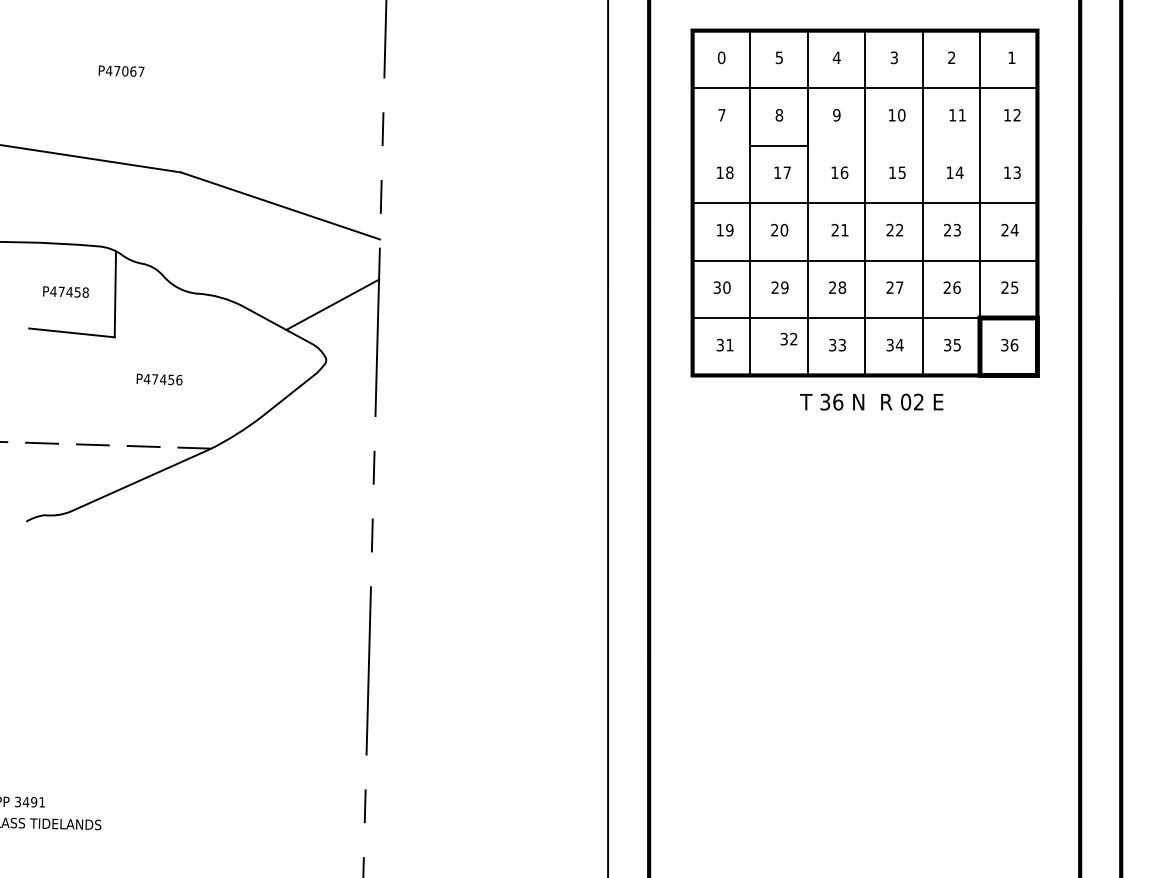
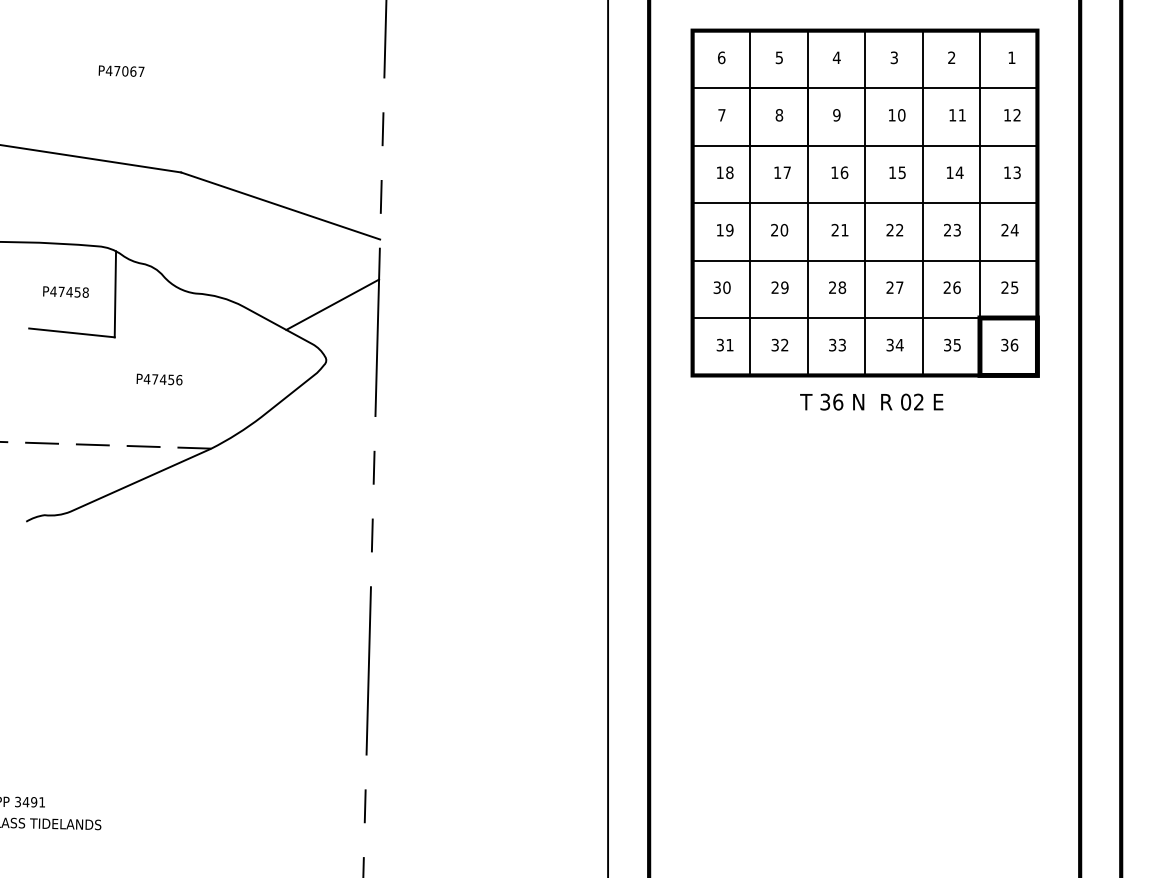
text at (721, 57): 0 -> 6
line at (864, 145): none -> present
text at (788, 338) position: (788, 338) -> (779, 344)
